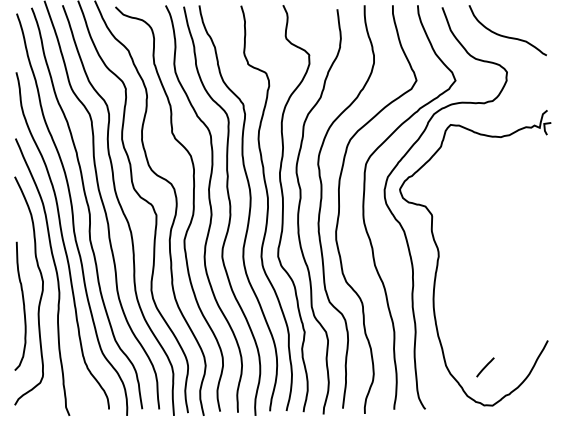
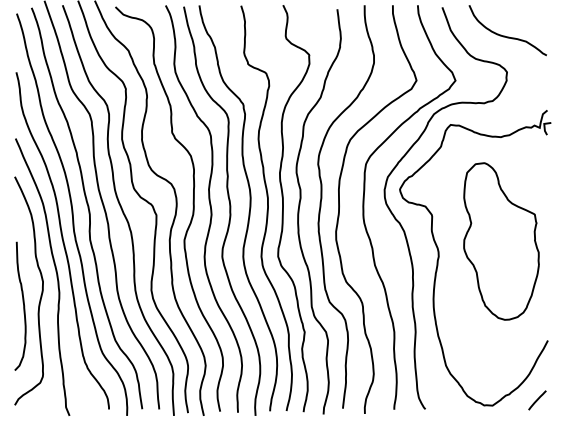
part at (501, 241): none -> present
line at (485, 367) position: (485, 367) -> (537, 400)
